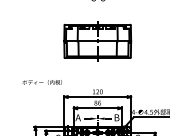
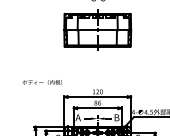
part at (97, 40) position: (97, 40) -> (97, 29)
